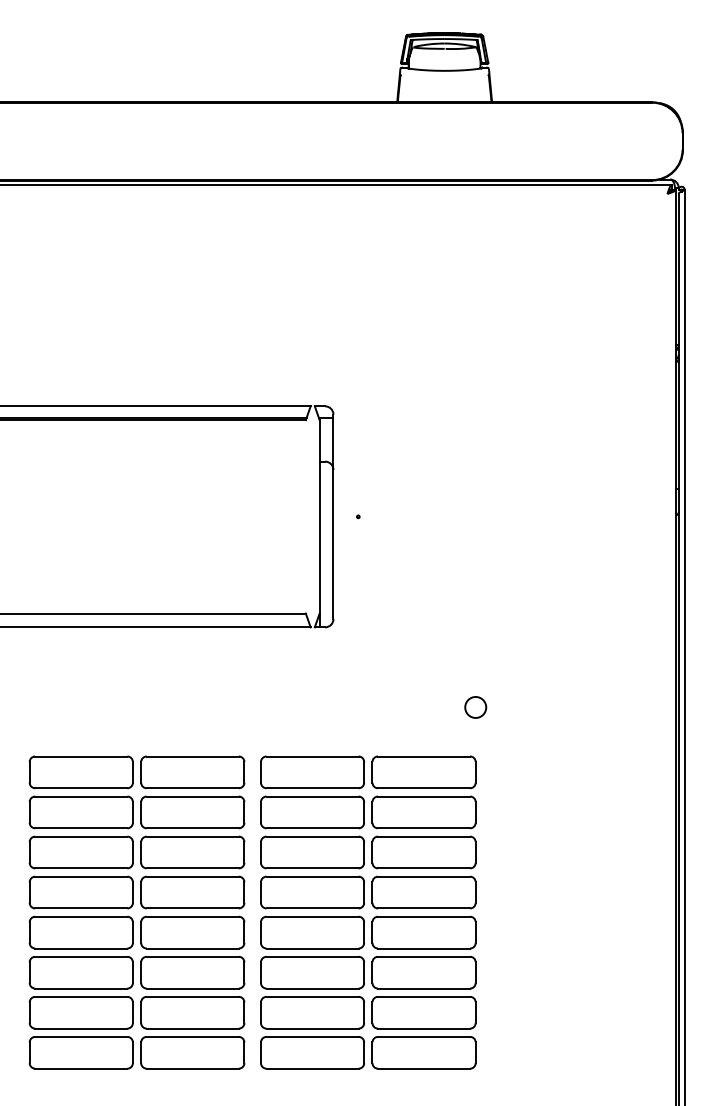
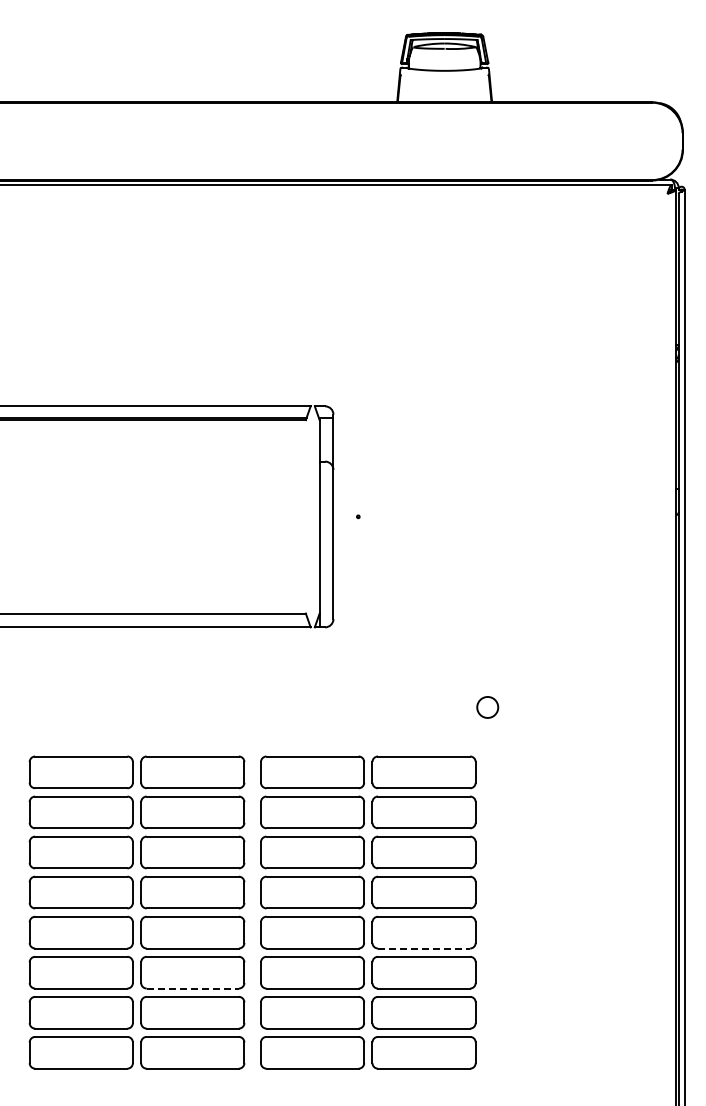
circle at (475, 707) position: (475, 707) -> (487, 707)
line at (424, 948): solid -> dashed
line at (193, 988): solid -> dashed
